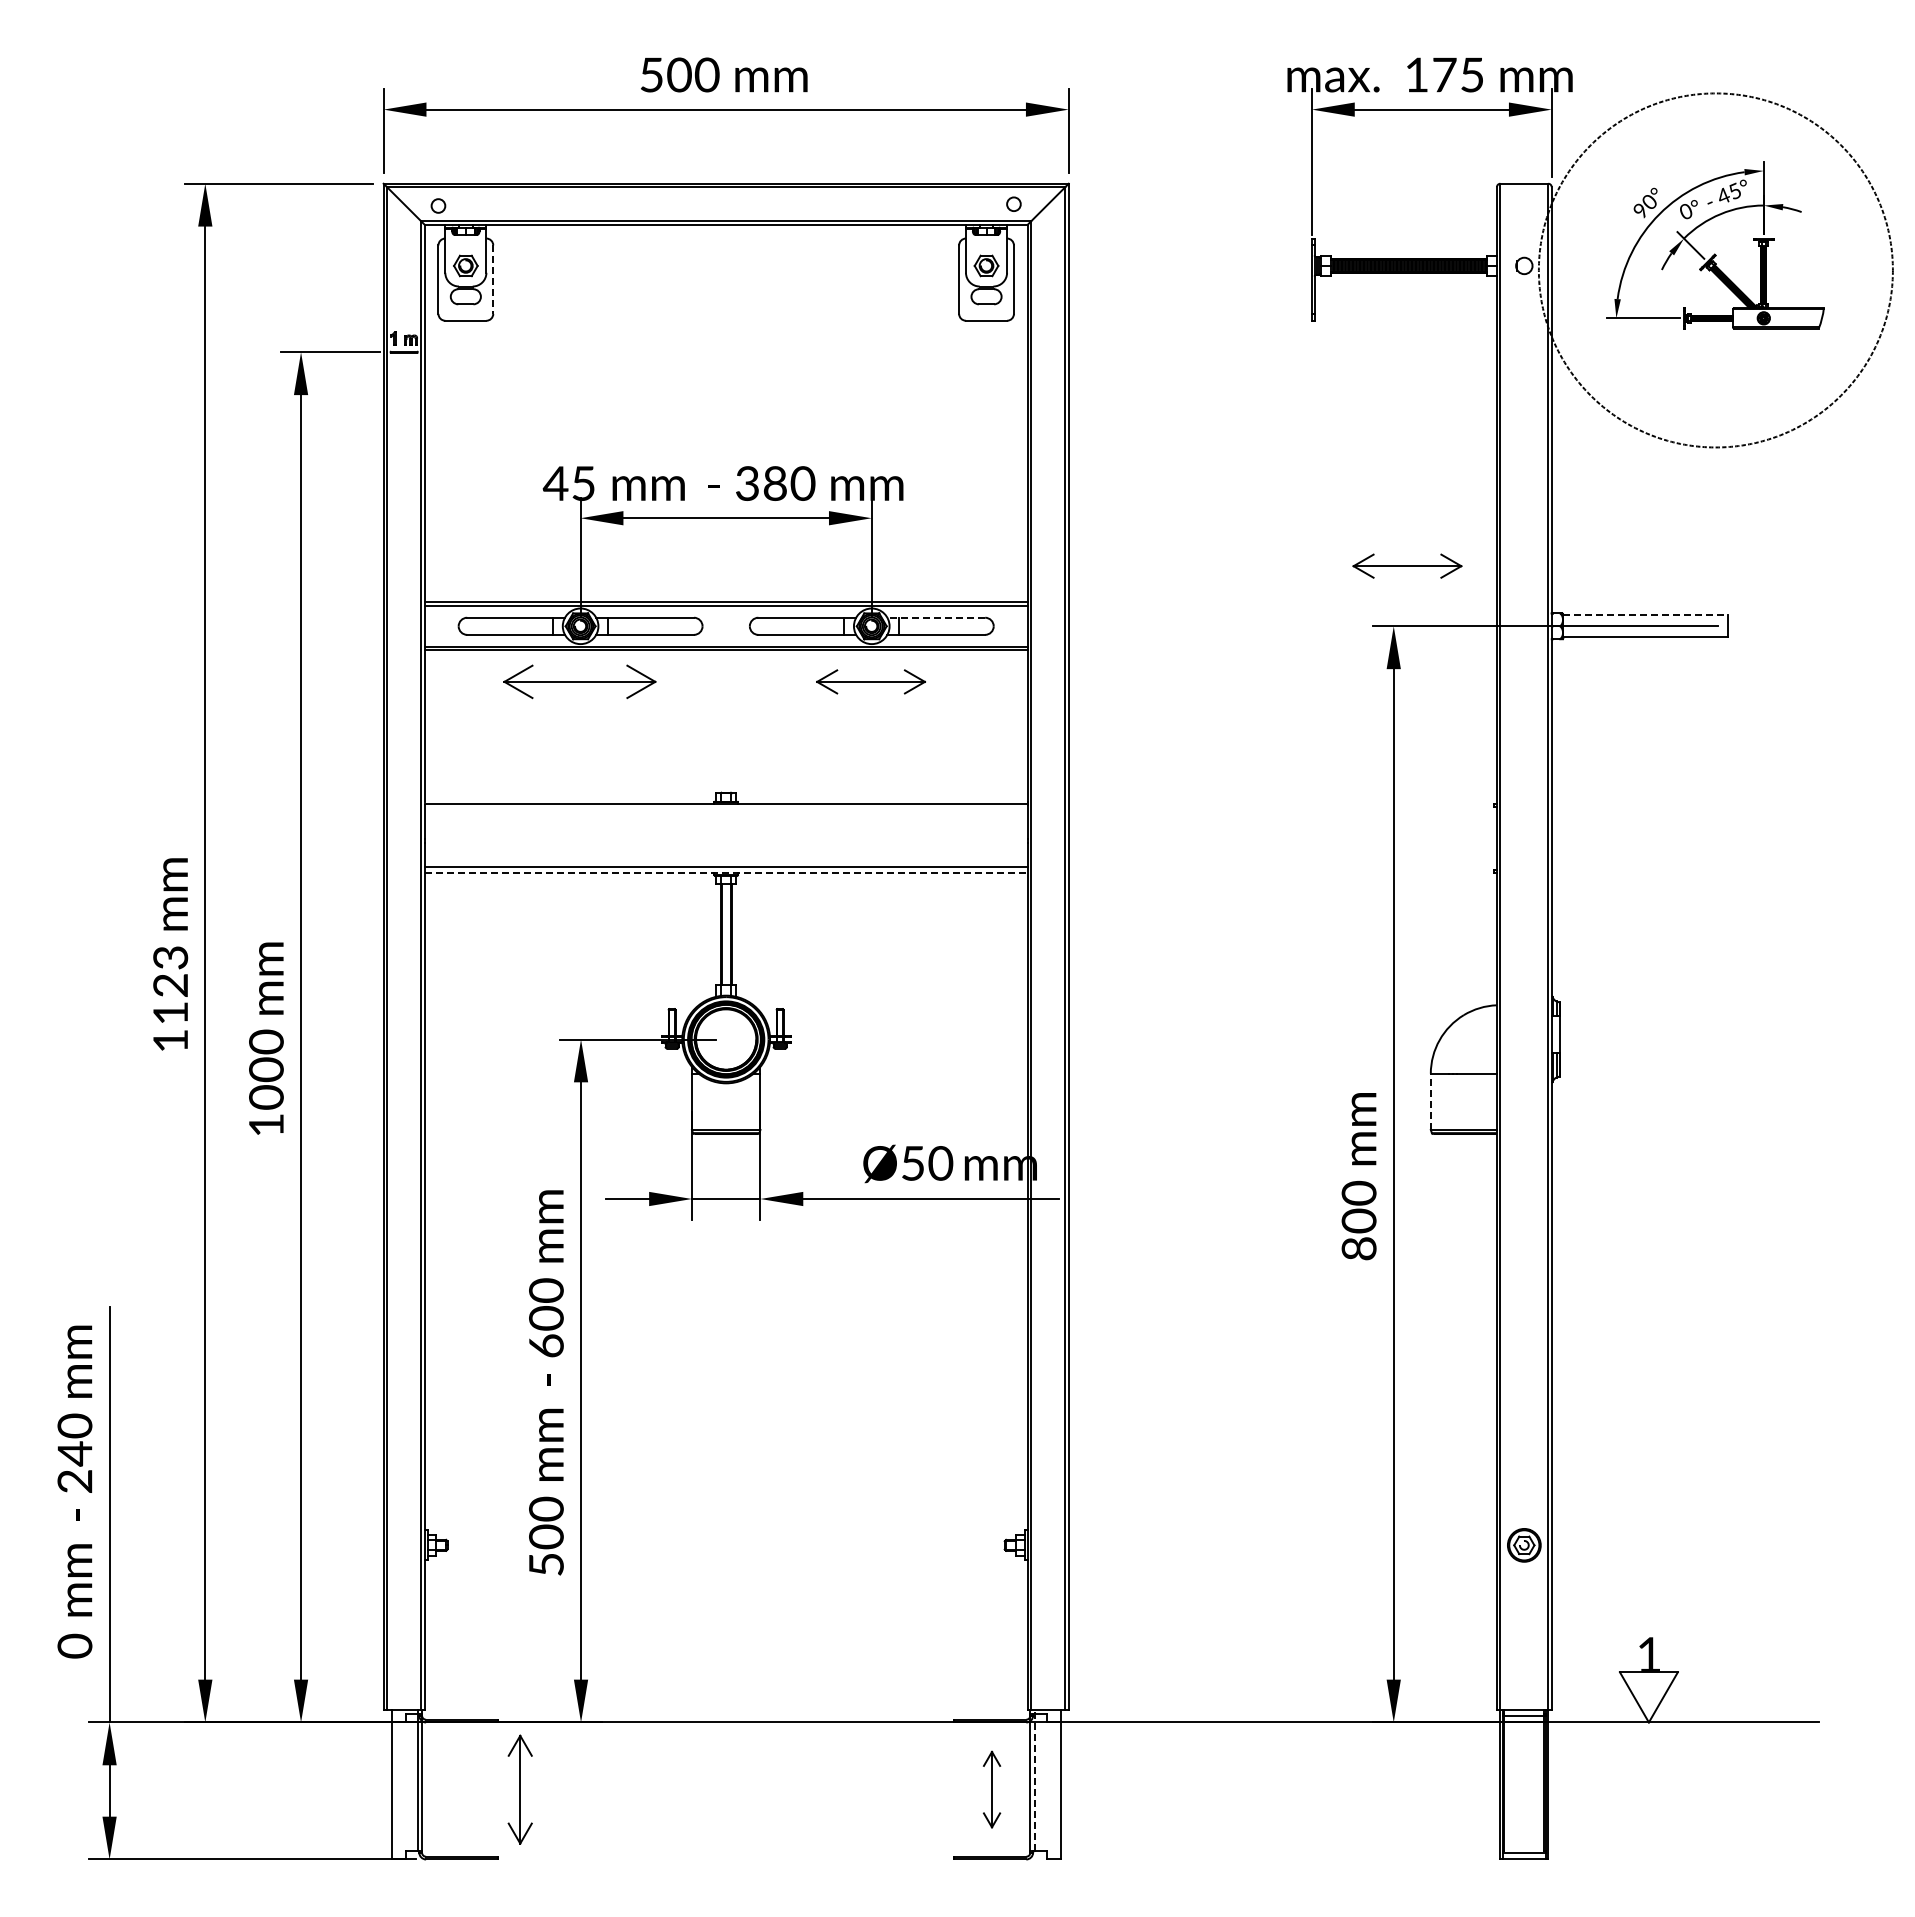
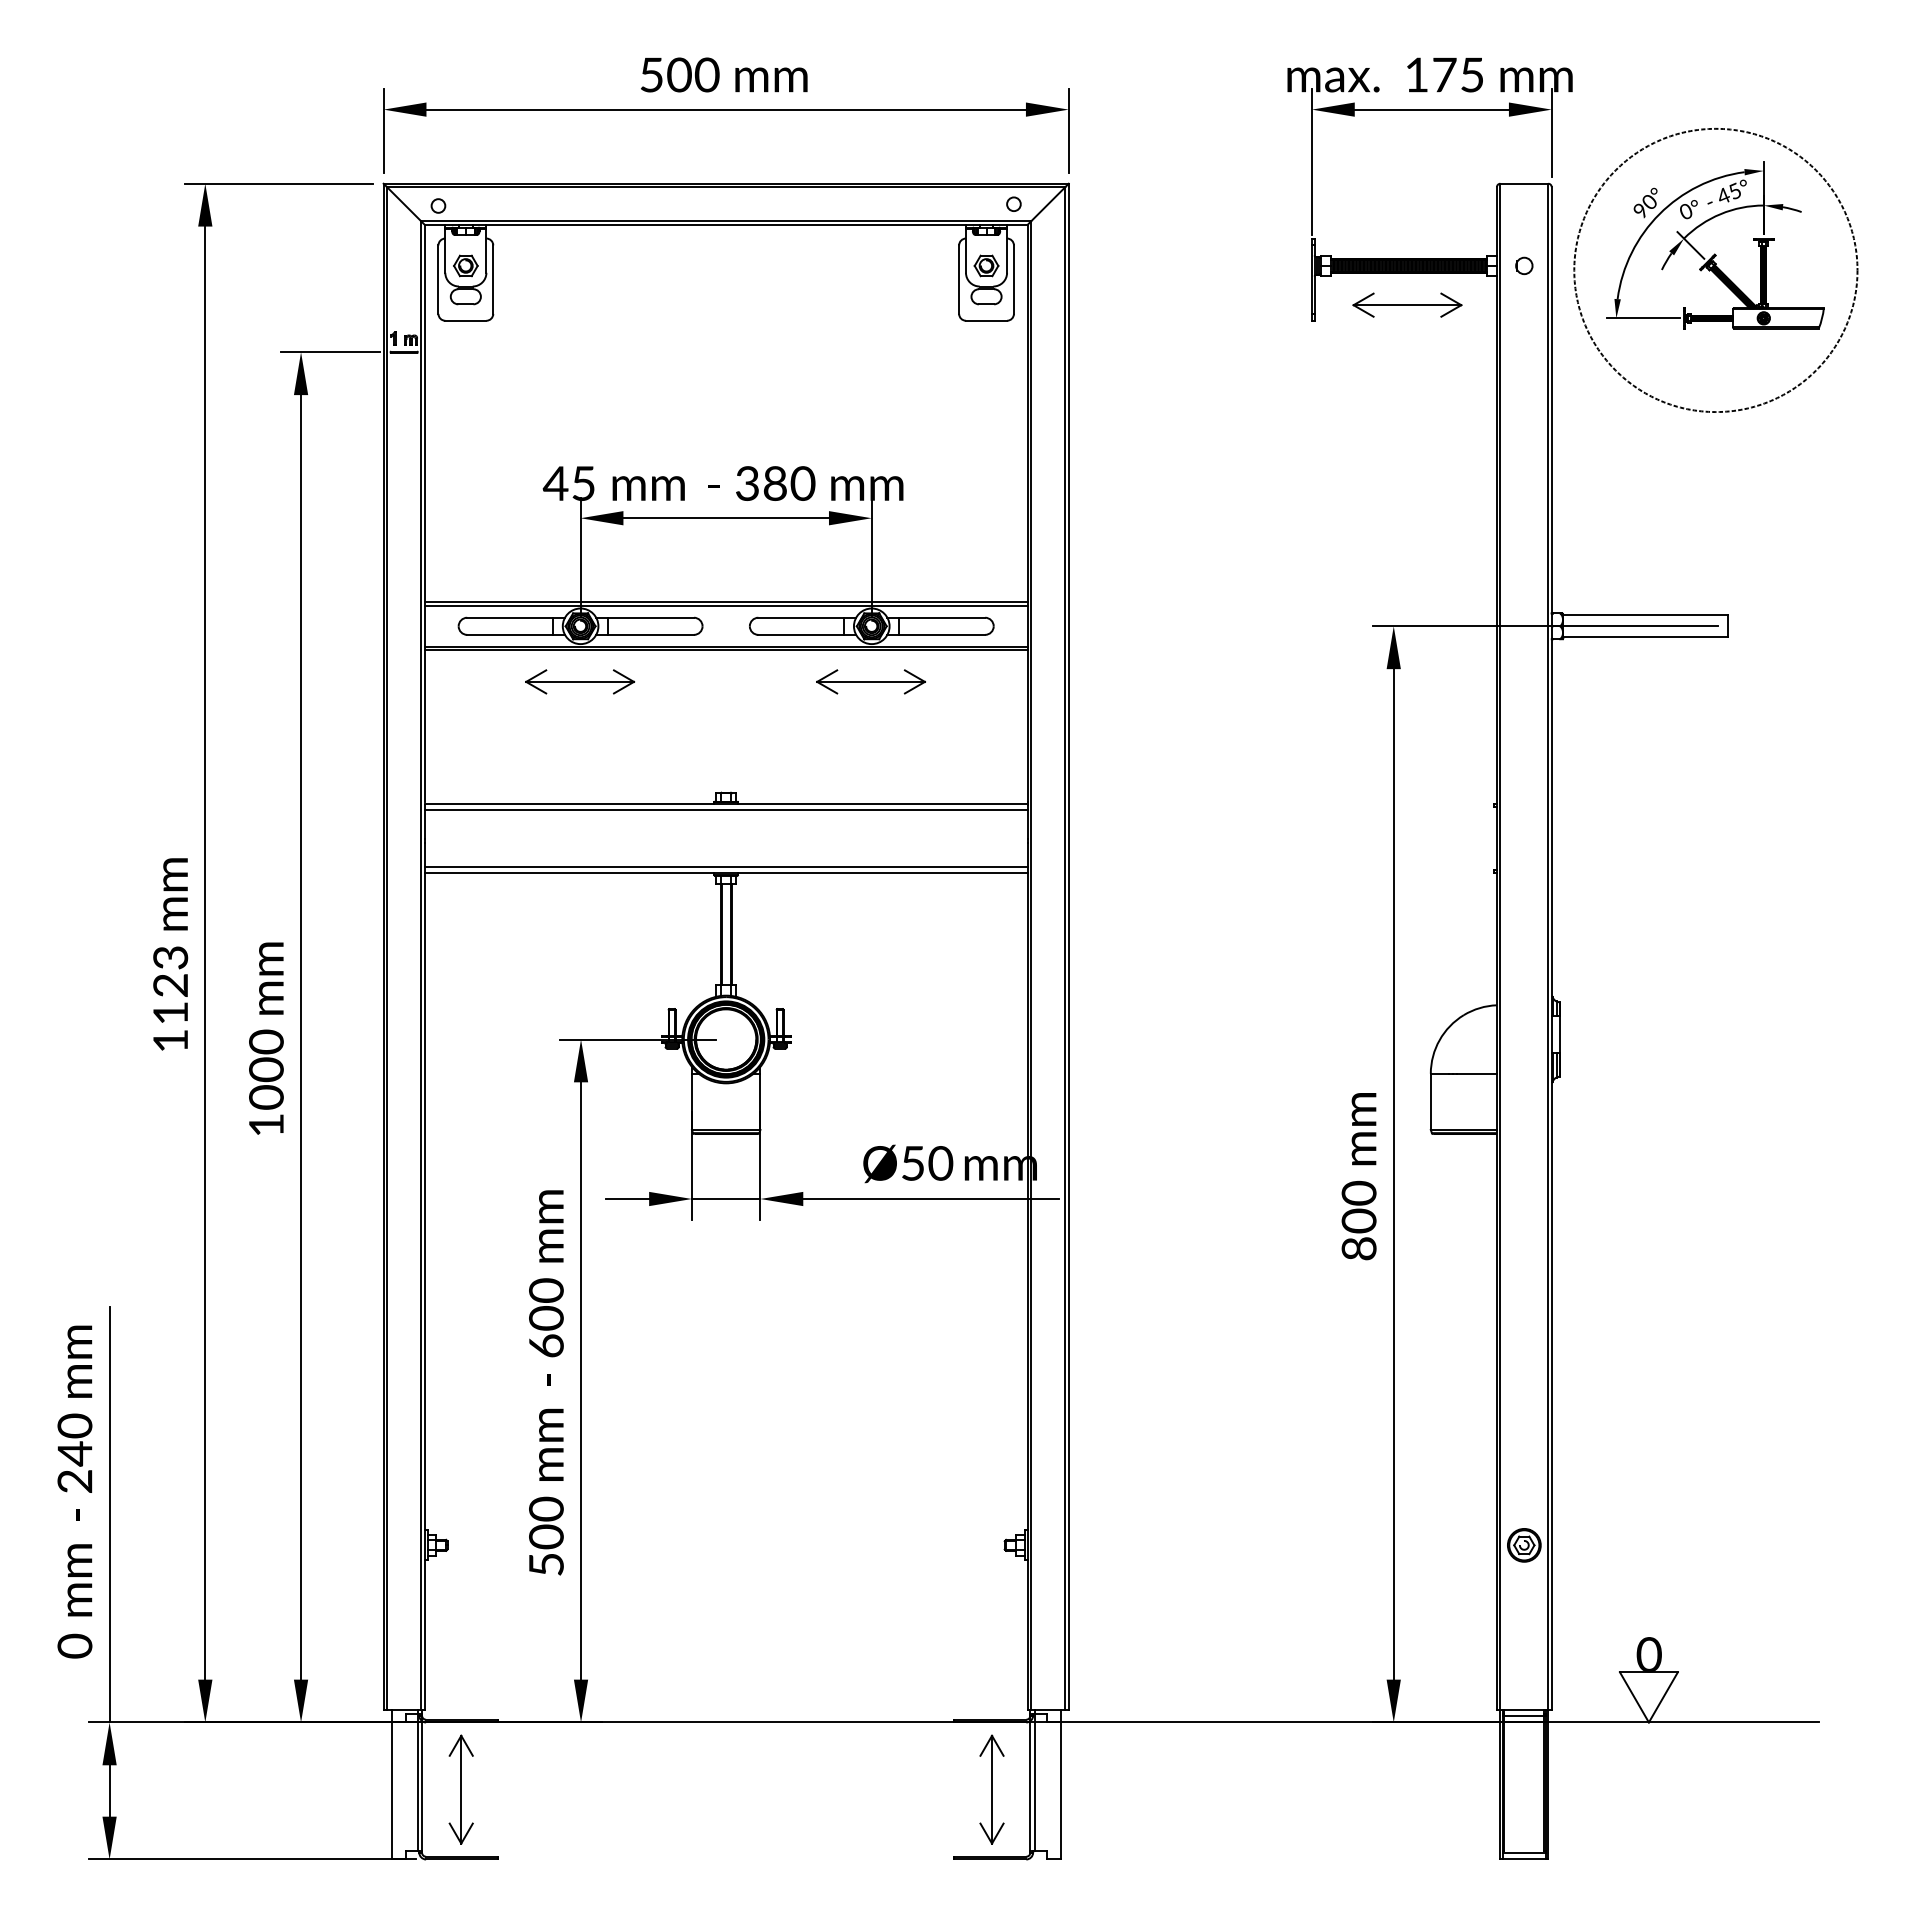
circle at (1715, 270) diameter: 354 px -> 283 px
line at (493, 280): dashed -> solid
part at (1407, 565) position: (1407, 565) -> (1407, 304)
line at (1646, 615): dashed -> solid
line at (936, 617): dashed -> solid
part at (579, 681) size: 154x36 px -> 111x26 px
line at (725, 809): none -> present
line at (726, 872): dashed -> solid
line at (1430, 1101): dashed -> solid
text at (1648, 1653): 1 -> 0
line at (1034, 1780): dashed -> solid
part at (519, 1789) position: (519, 1789) -> (460, 1789)
part at (991, 1789) size: 20x79 px -> 26x111 px
